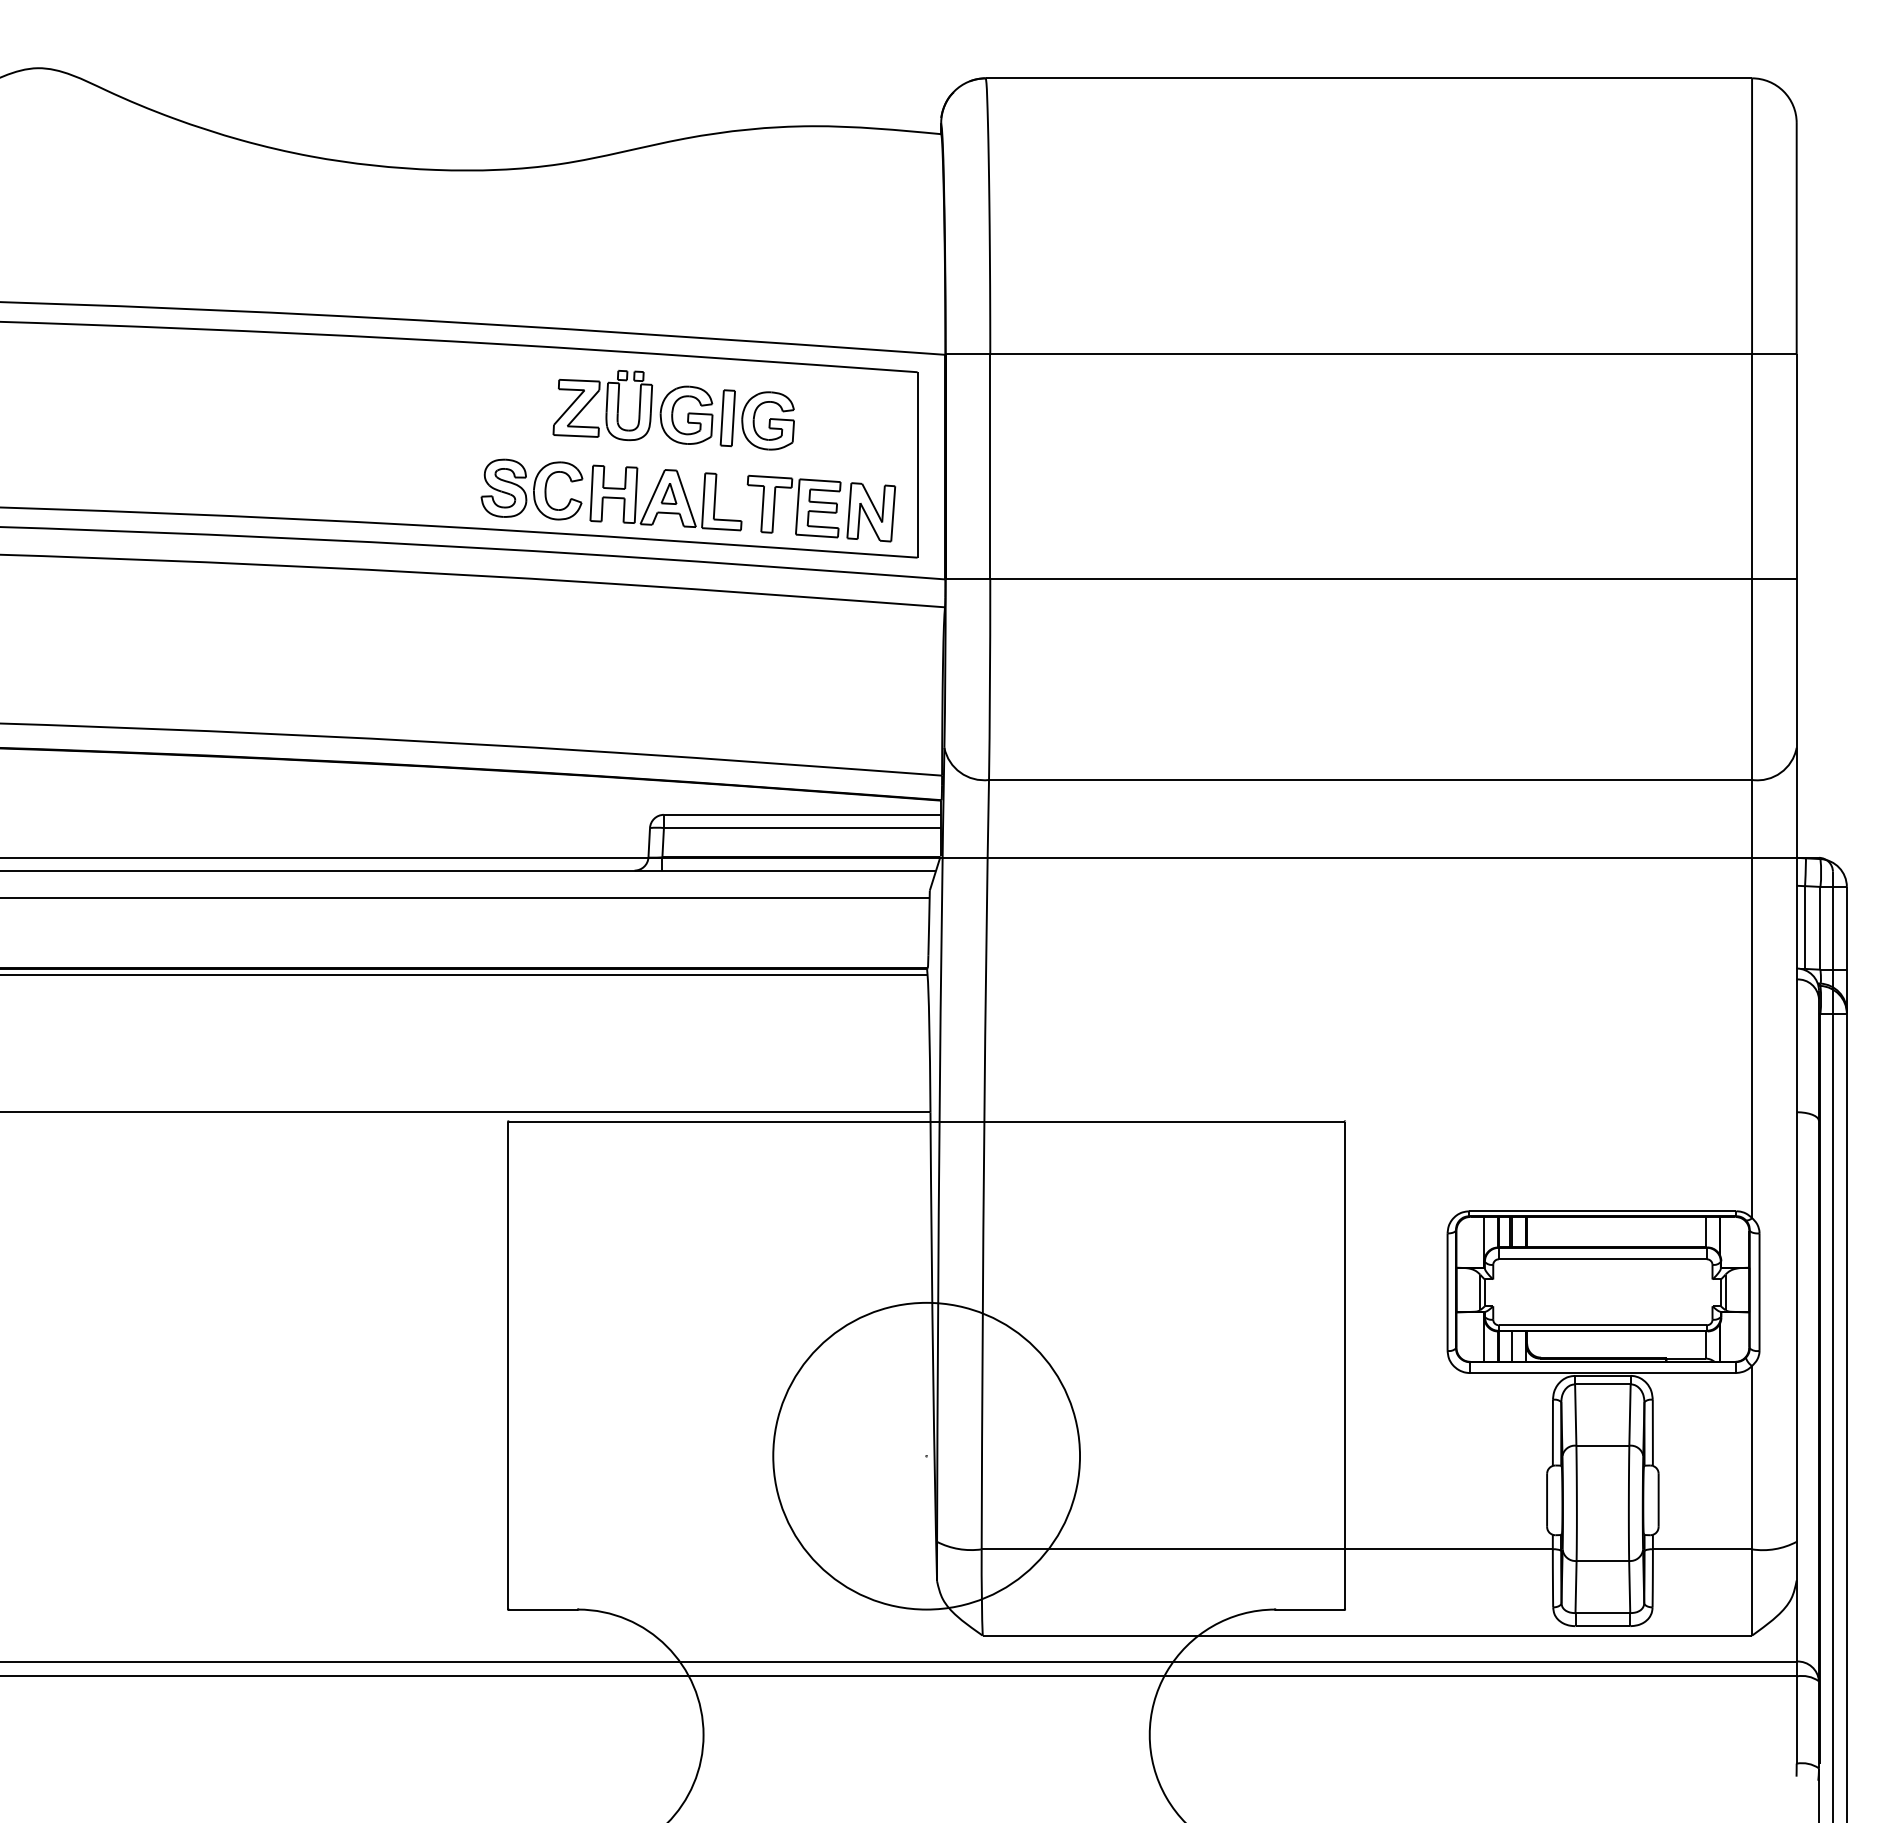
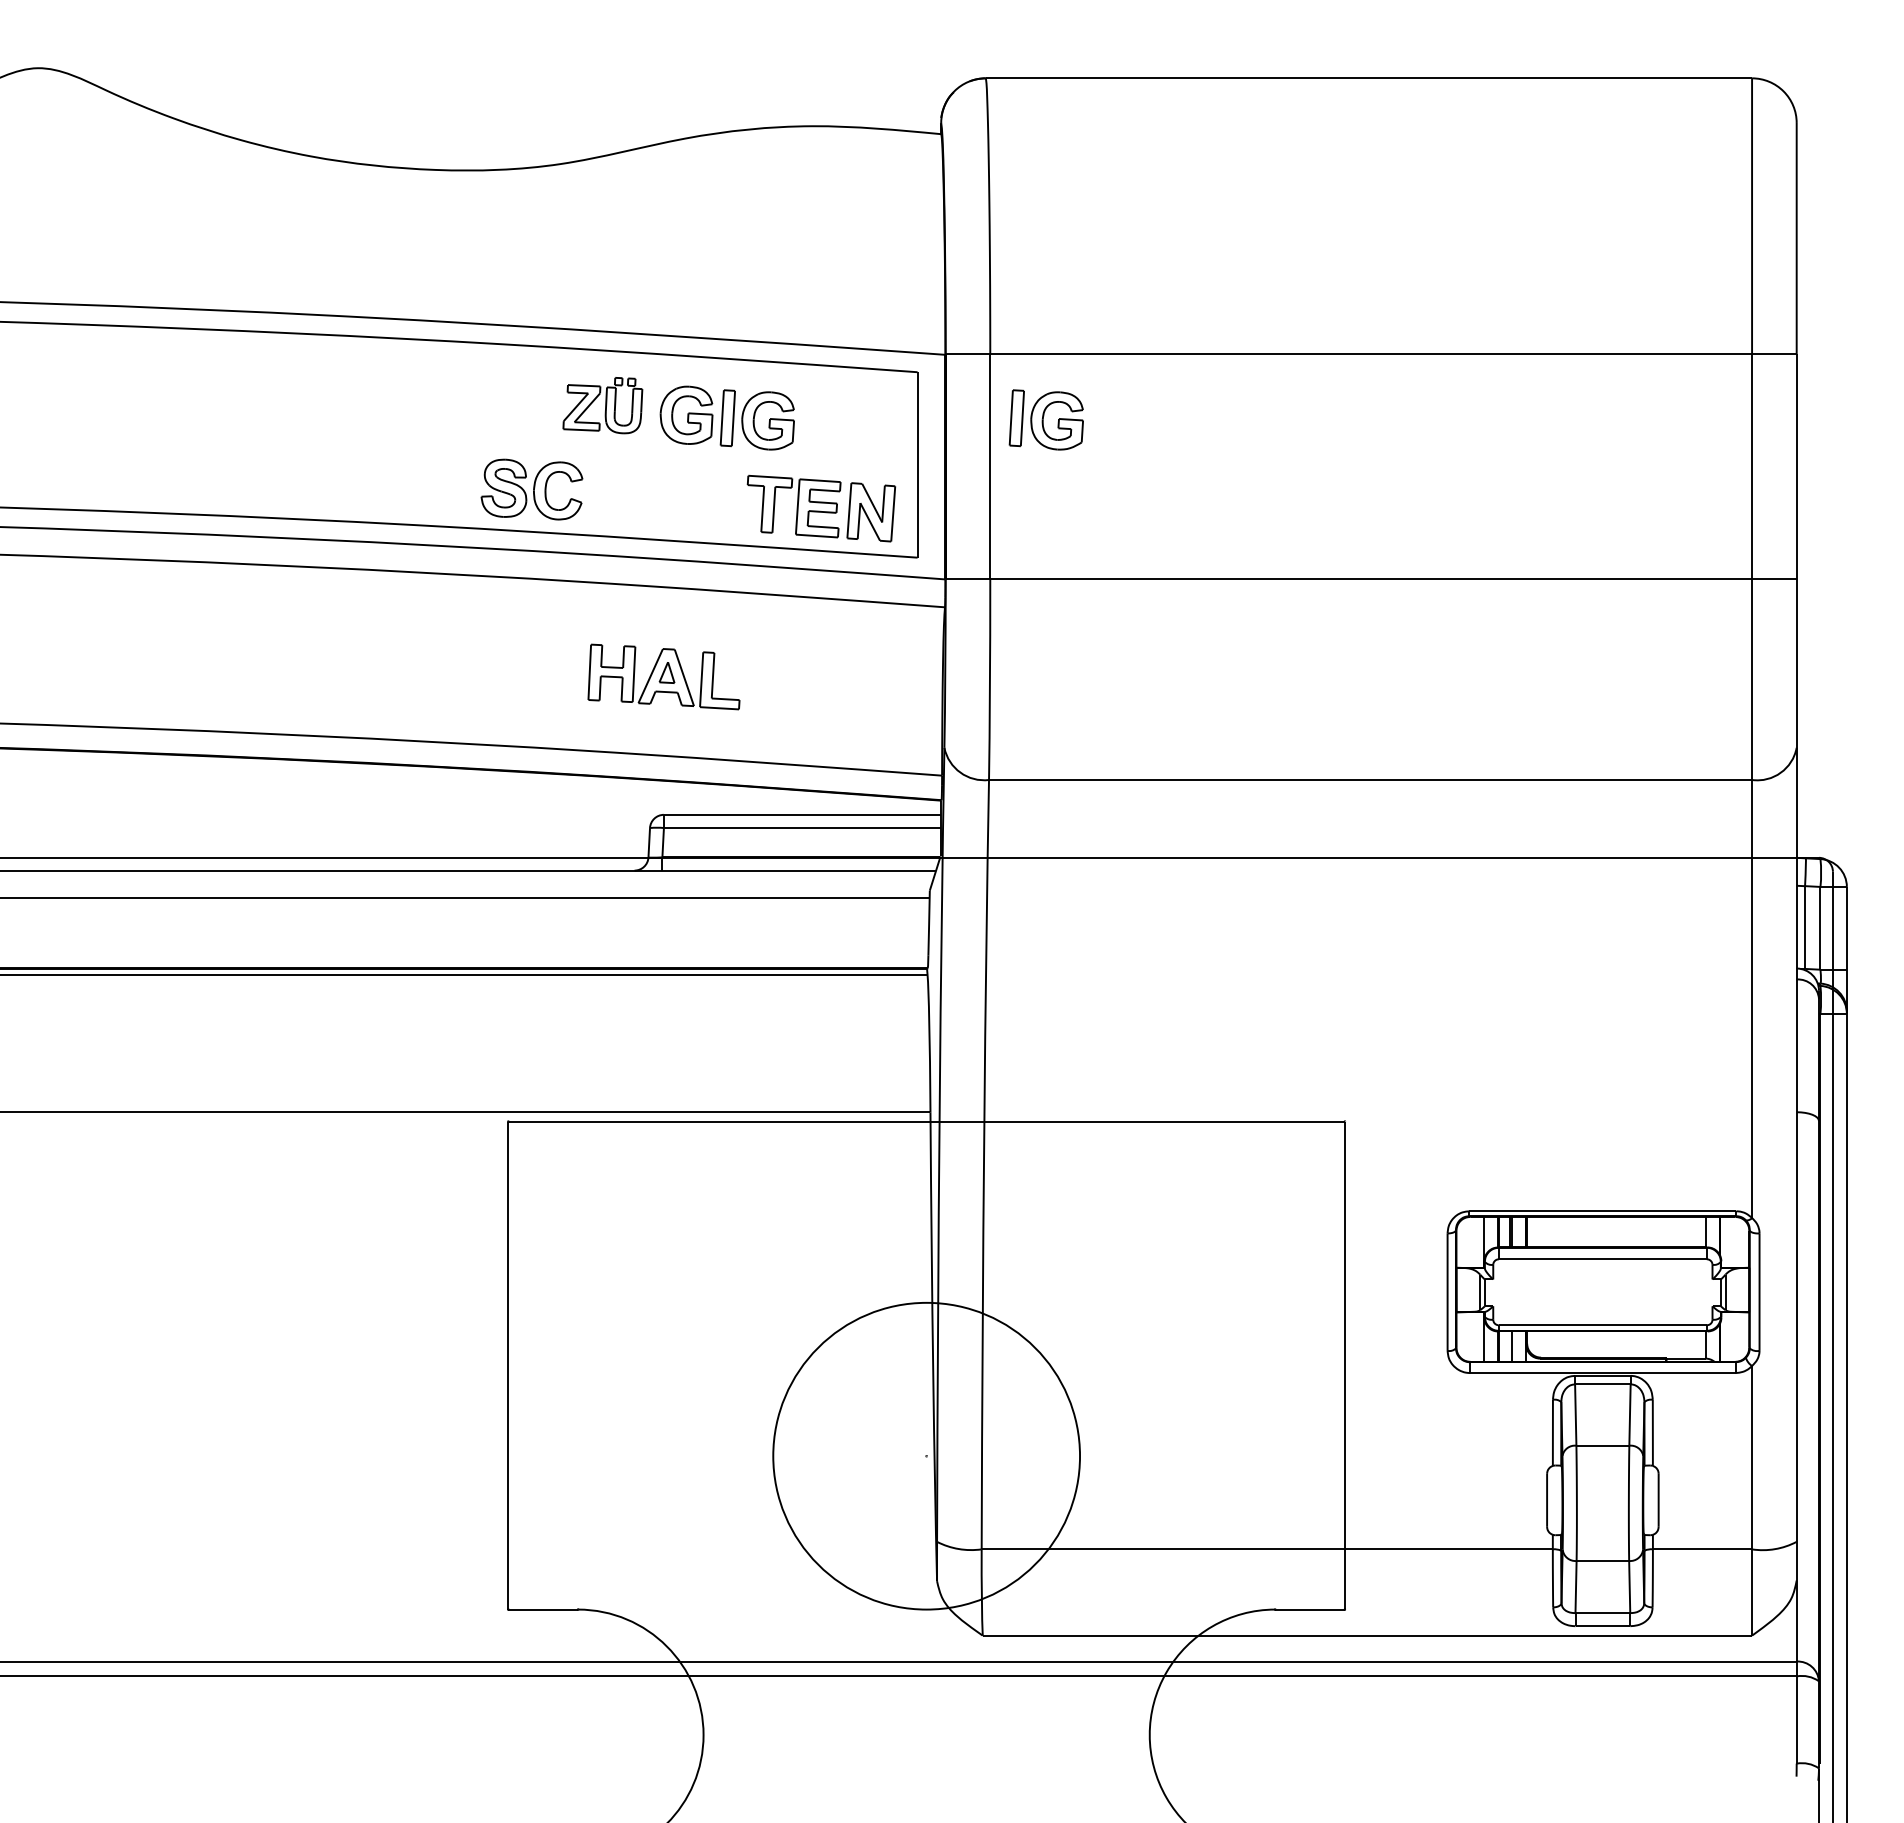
part at (602, 405) size: 102x72 px -> 82x58 px
part at (1045, 419): none -> present
part at (665, 497) position: (665, 497) -> (663, 676)
